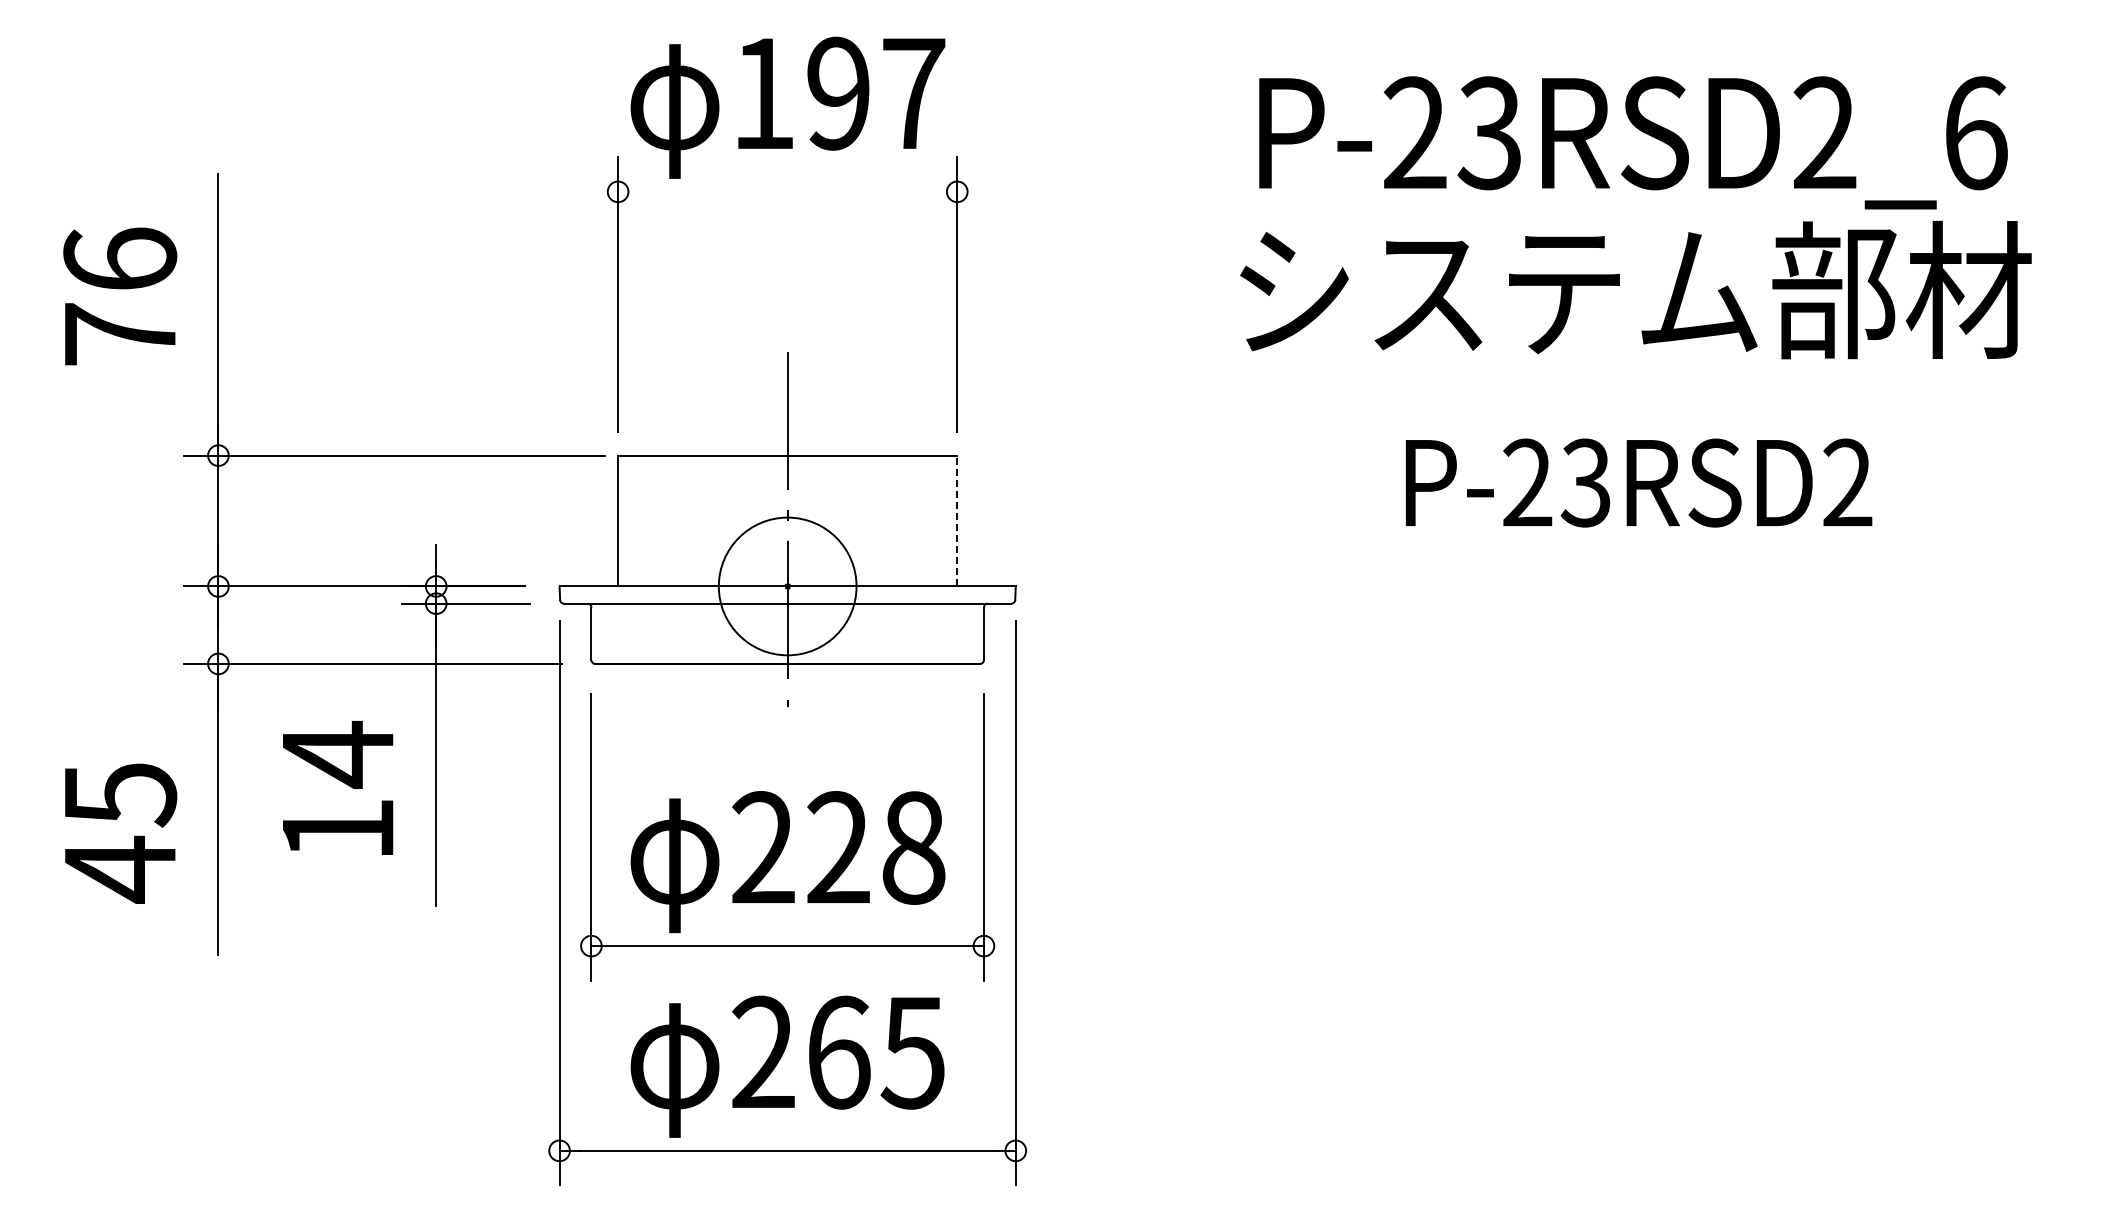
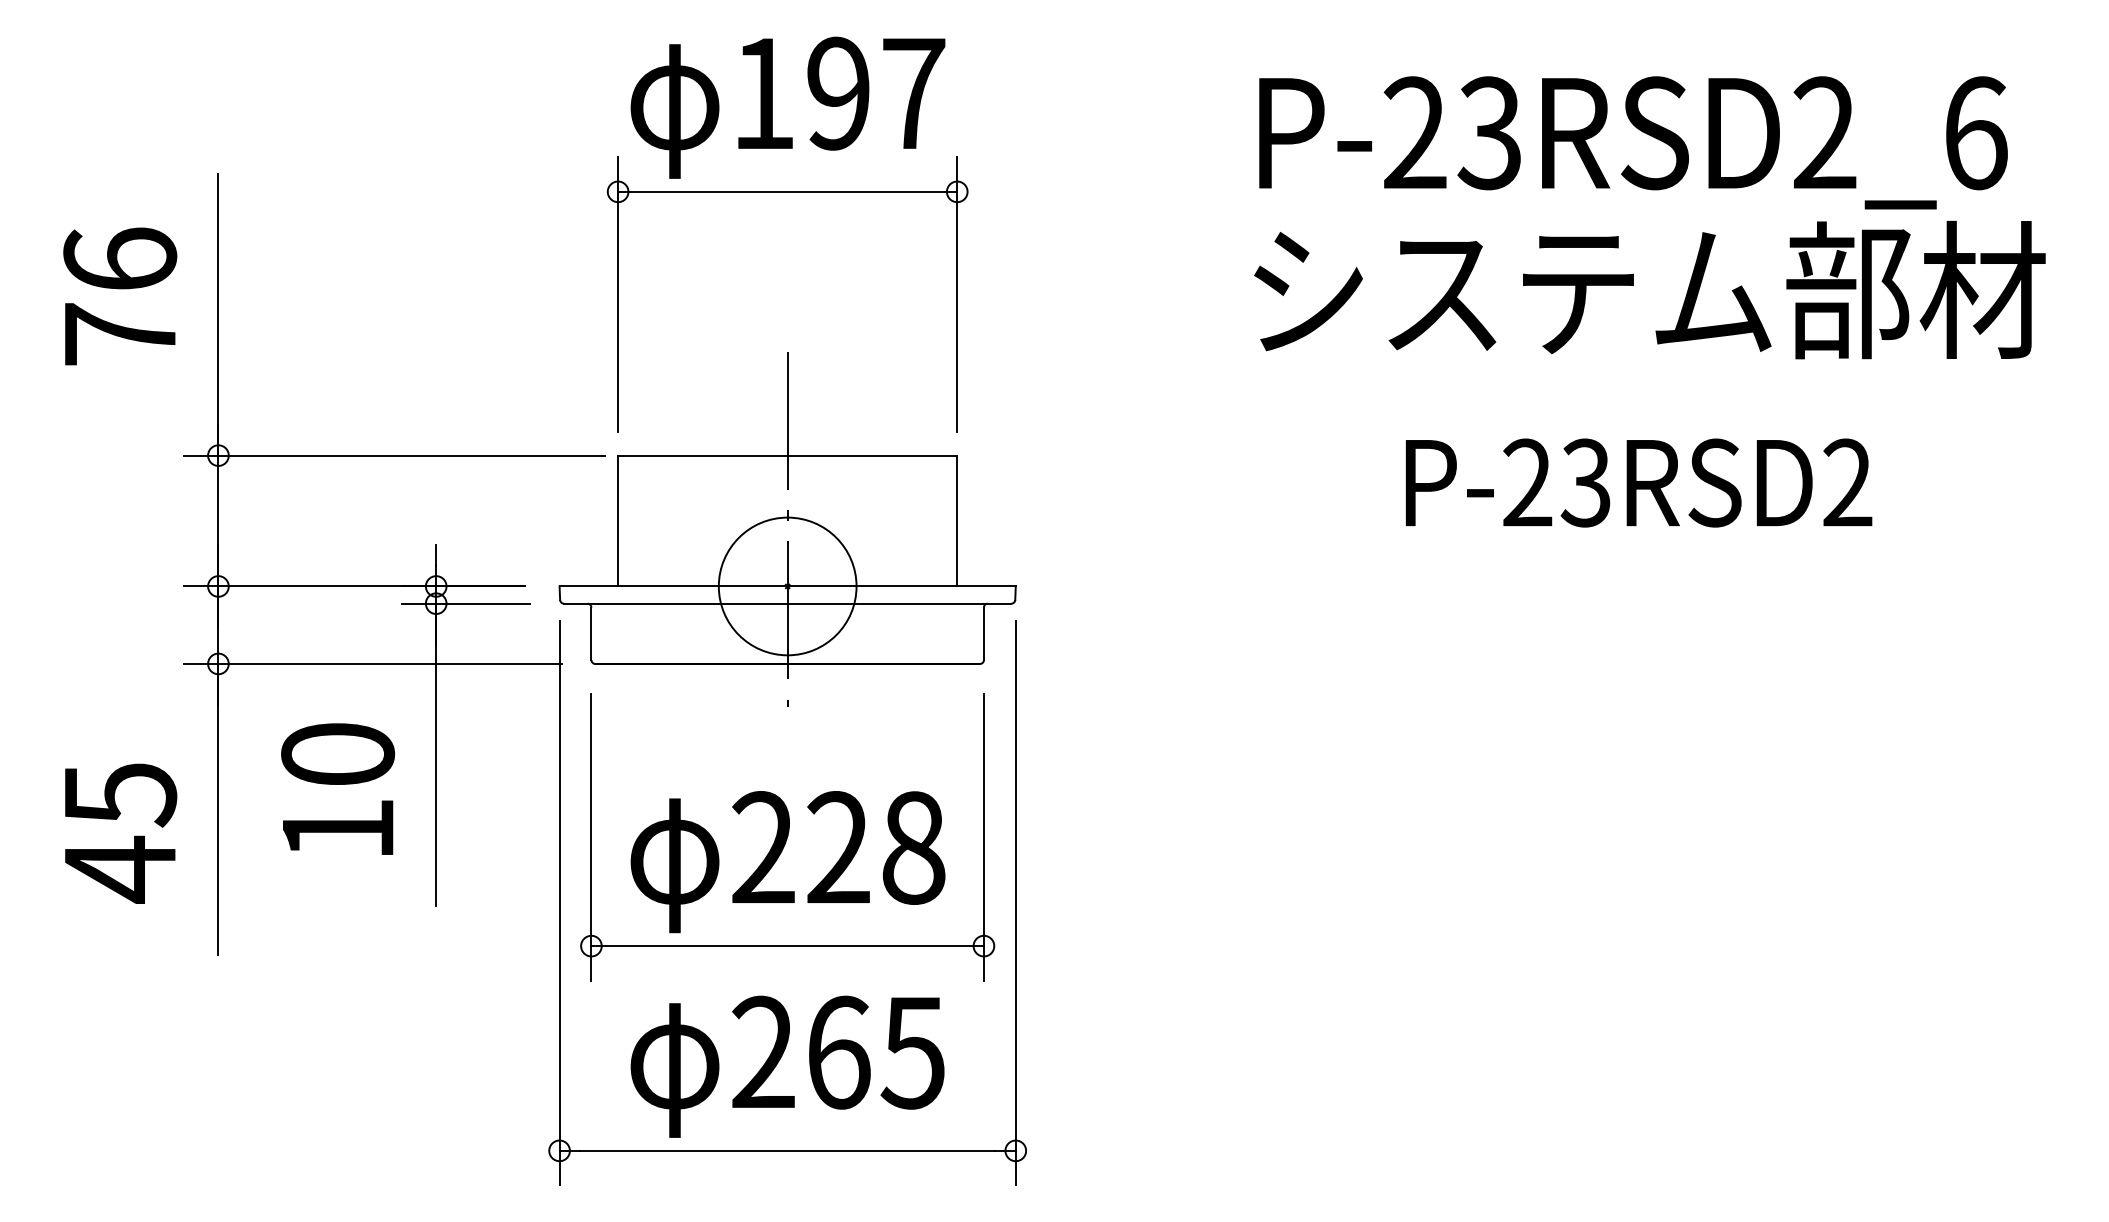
line at (787, 191): none -> present
text at (1635, 289) position: (1635, 289) -> (1649, 289)
line at (957, 520): dashed -> solid
text at (338, 754): 14 -> 10
